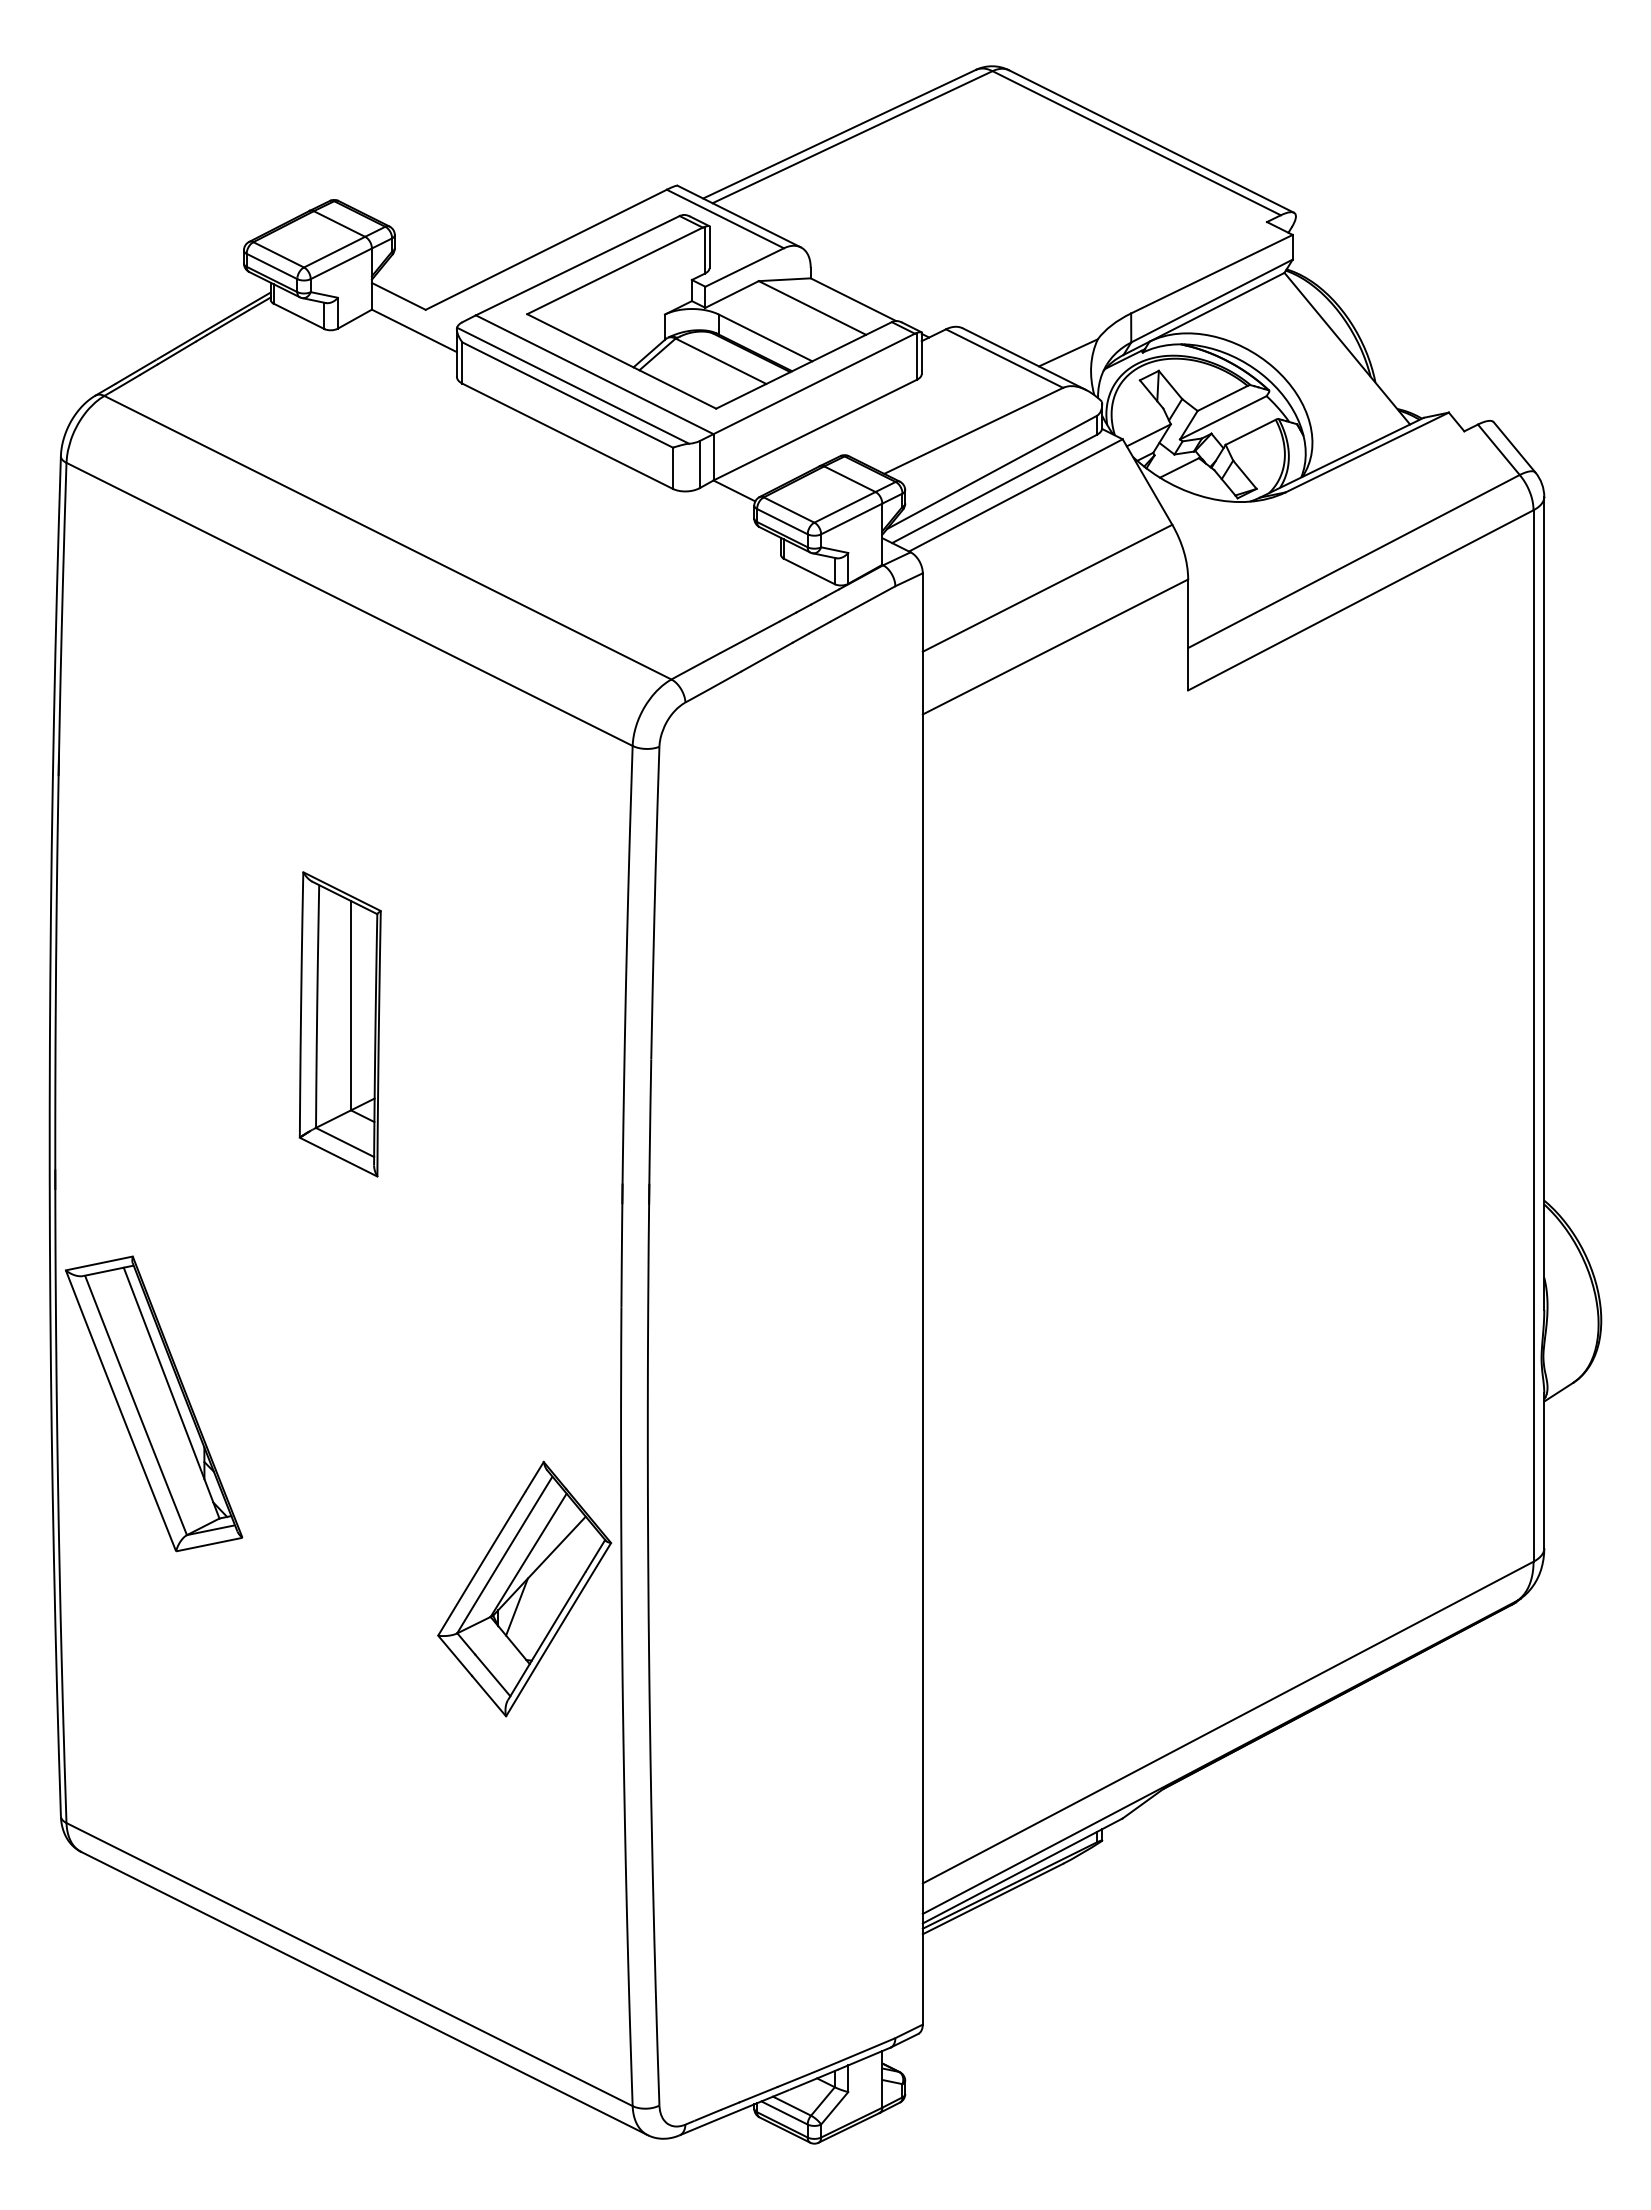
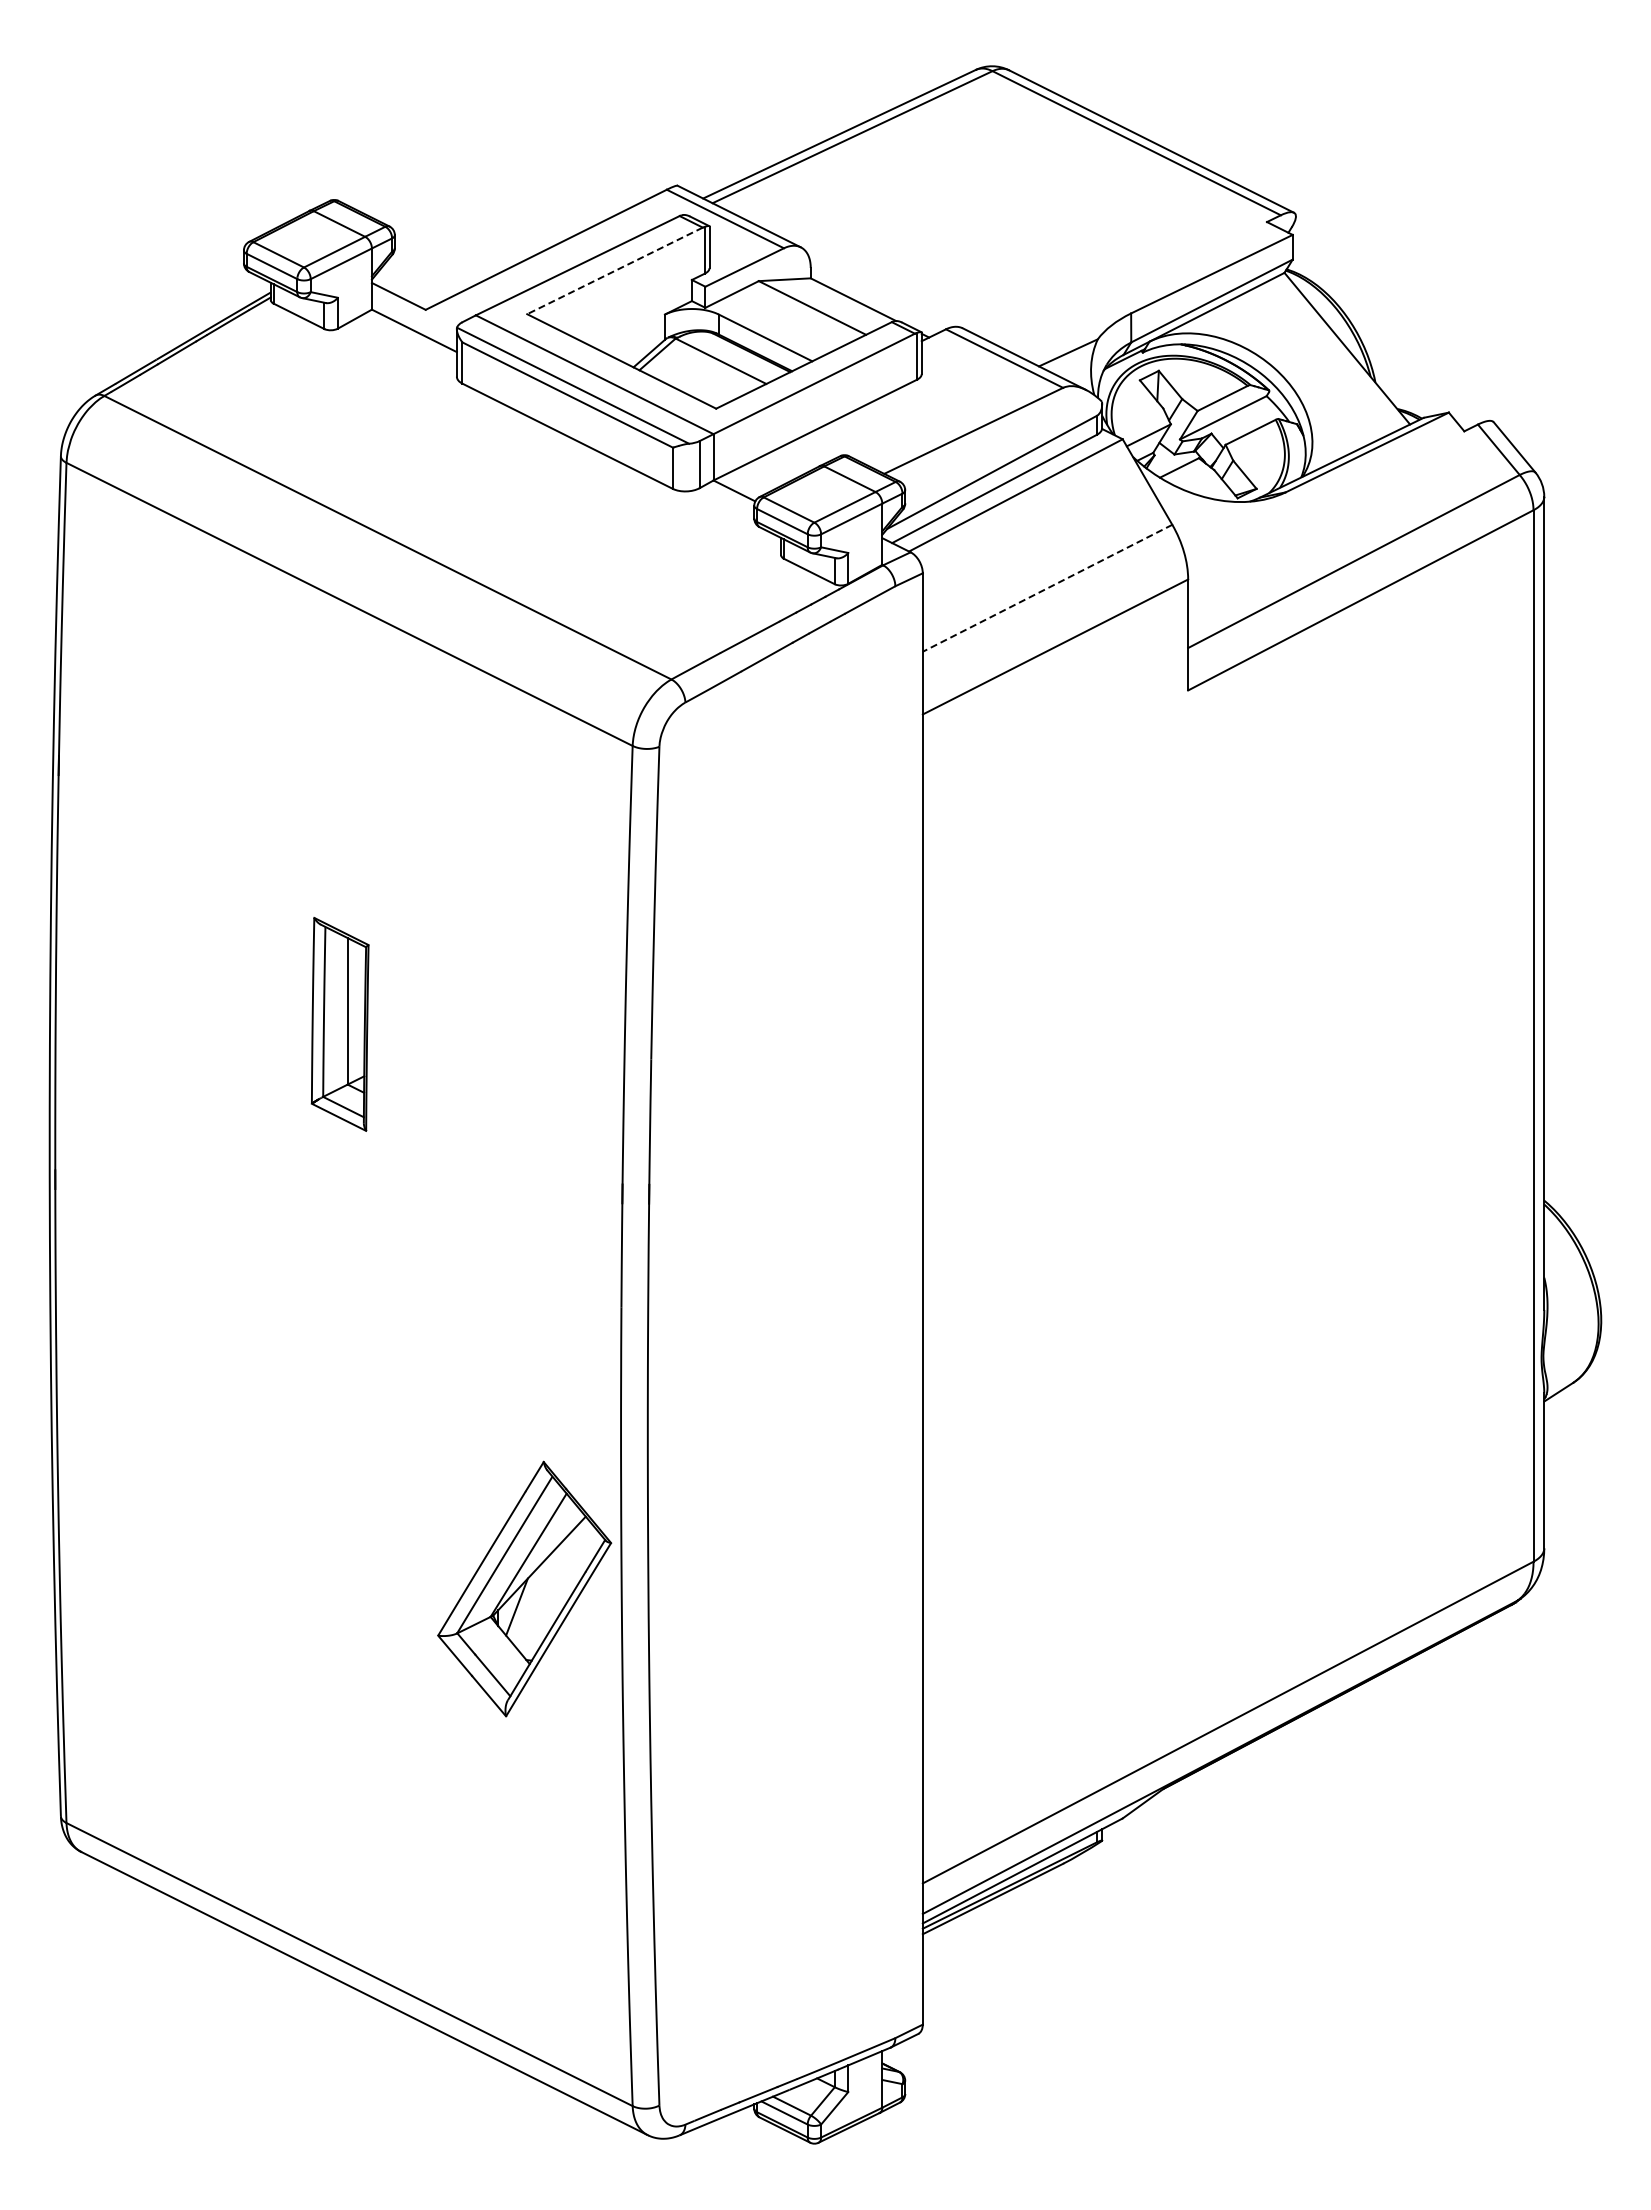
line at (615, 270): solid -> dashed
line at (1047, 588): solid -> dashed
part at (339, 1024) size: 84x307 px -> 60x215 px
part at (154, 1403): present -> none
